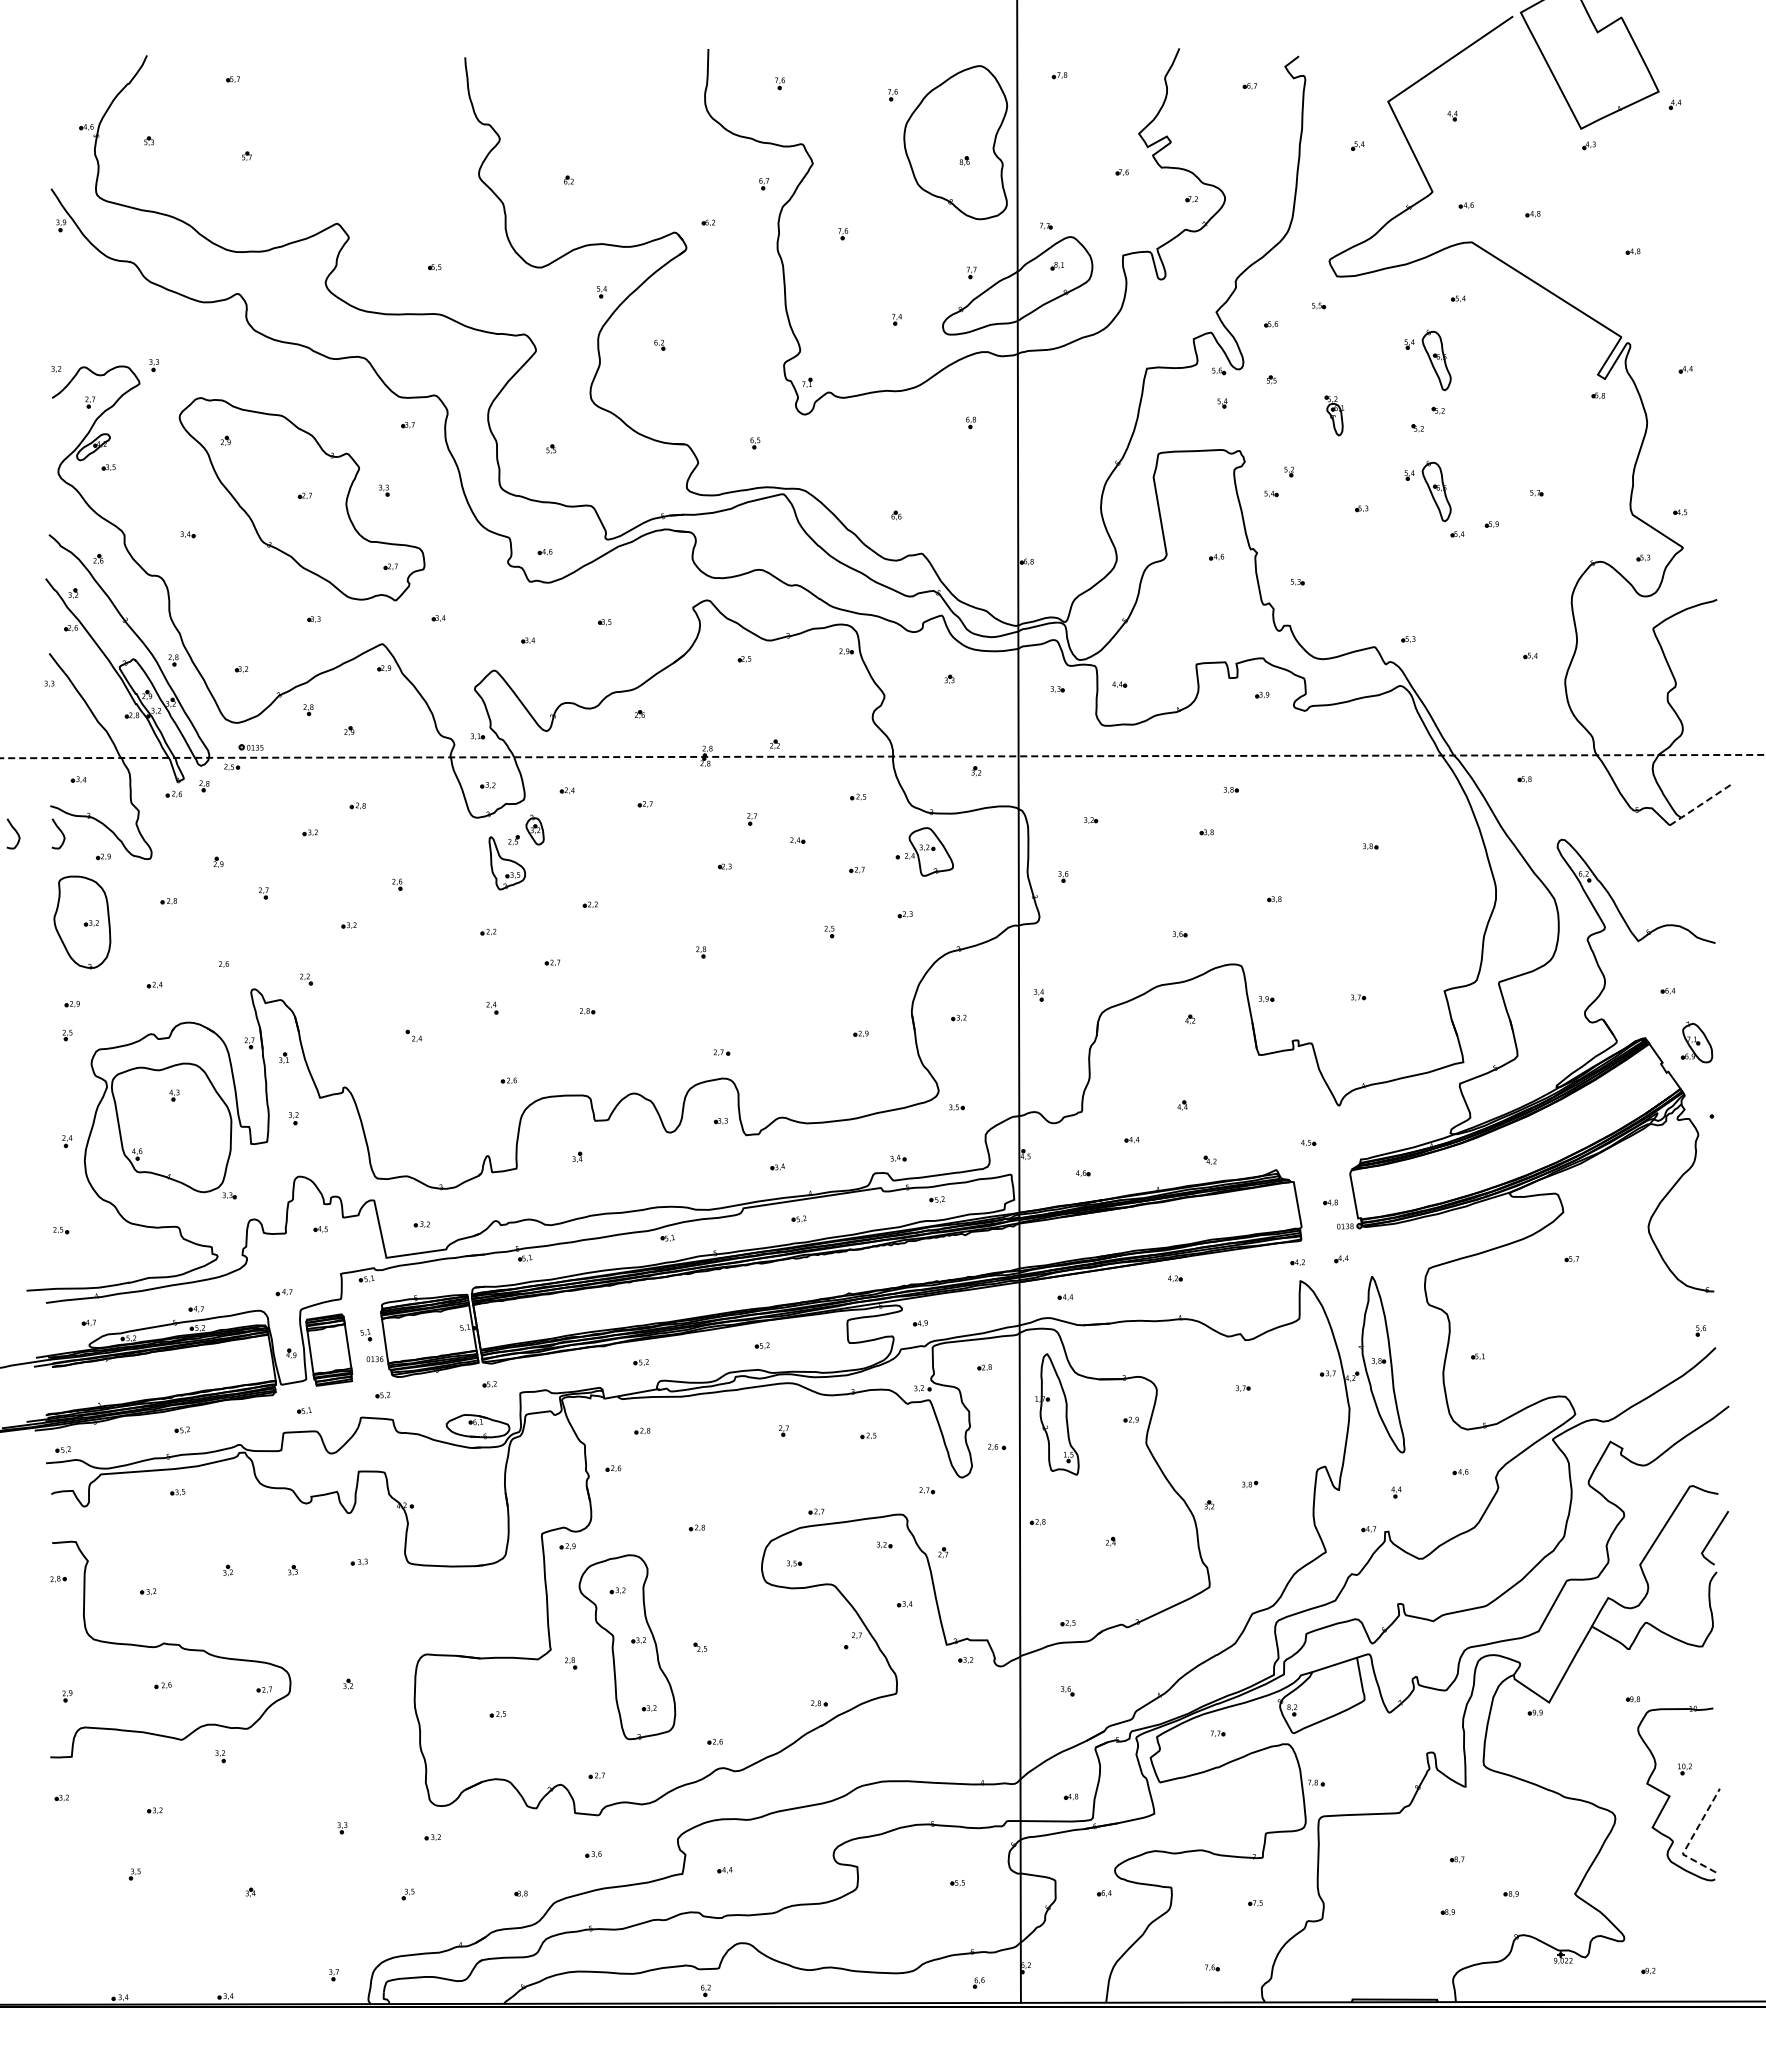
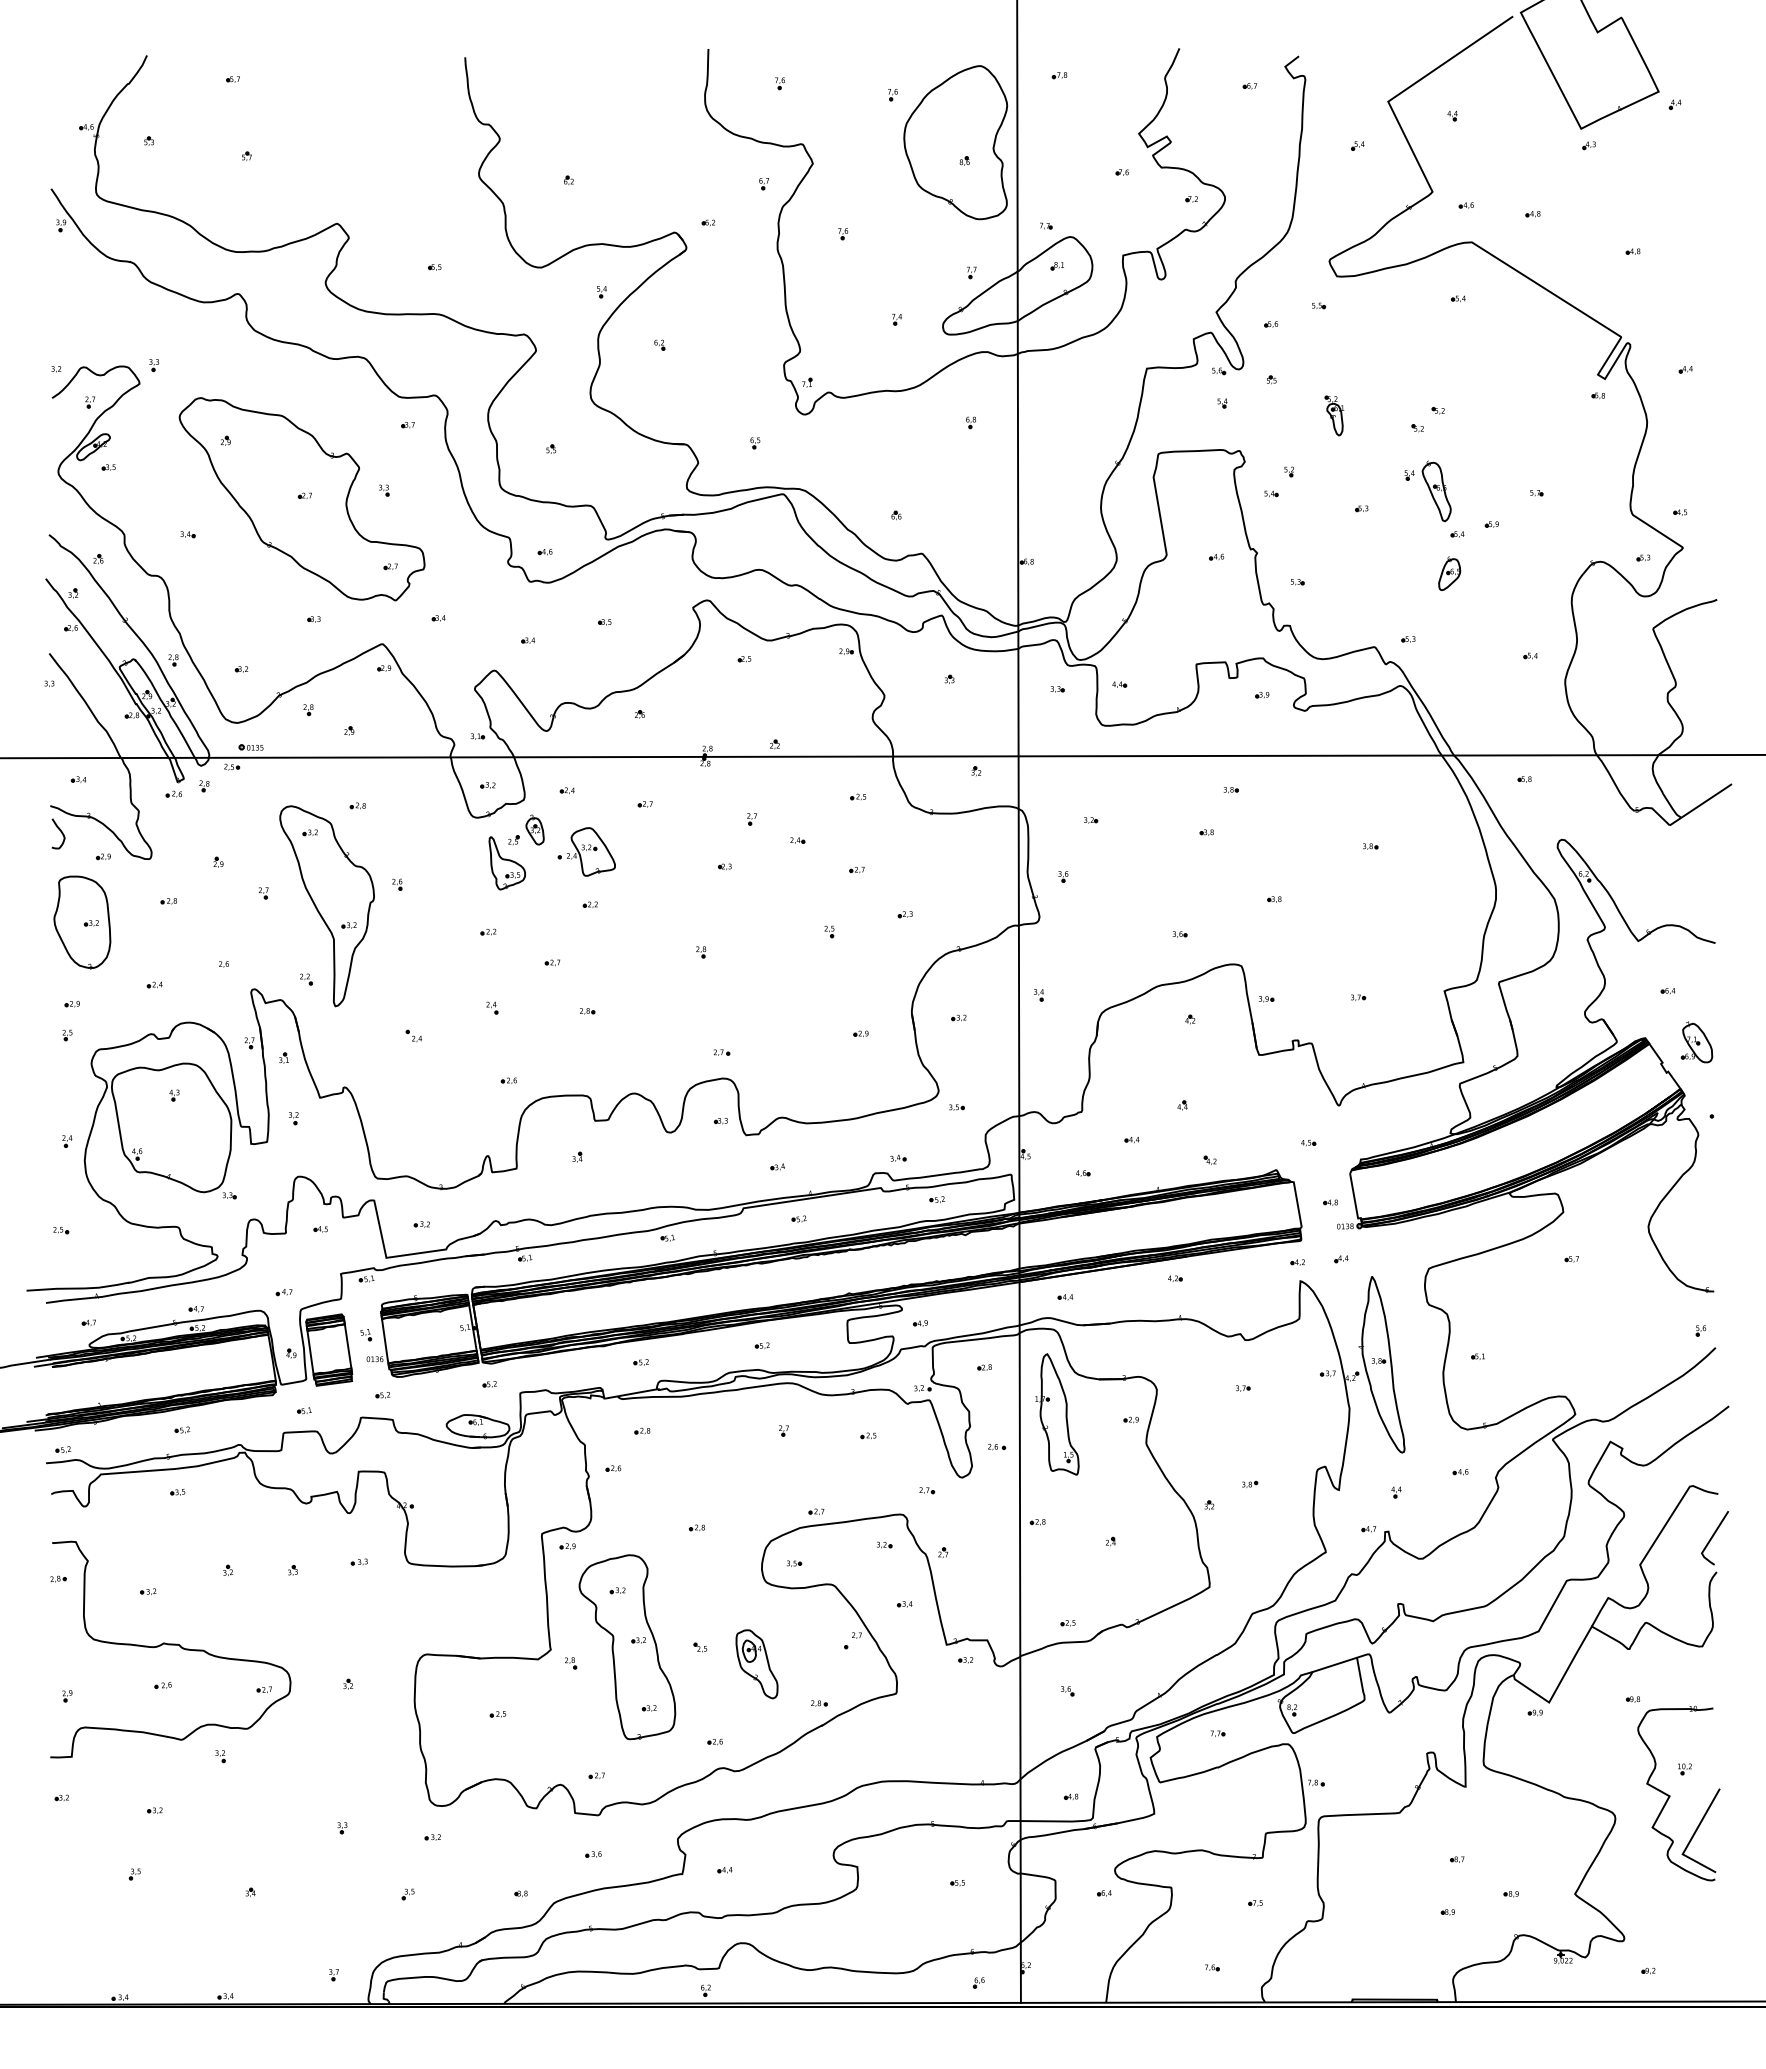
part at (1427, 360): present -> none
part at (1449, 573): none -> present
line at (882, 756): dashed -> solid
line at (1701, 804): dashed -> solid
curve at (15, 832): present -> none
part at (924, 851) position: (924, 851) -> (586, 851)
part at (326, 906): none -> present
part at (756, 1664): none -> present
line at (1692, 1837): dashed -> solid
